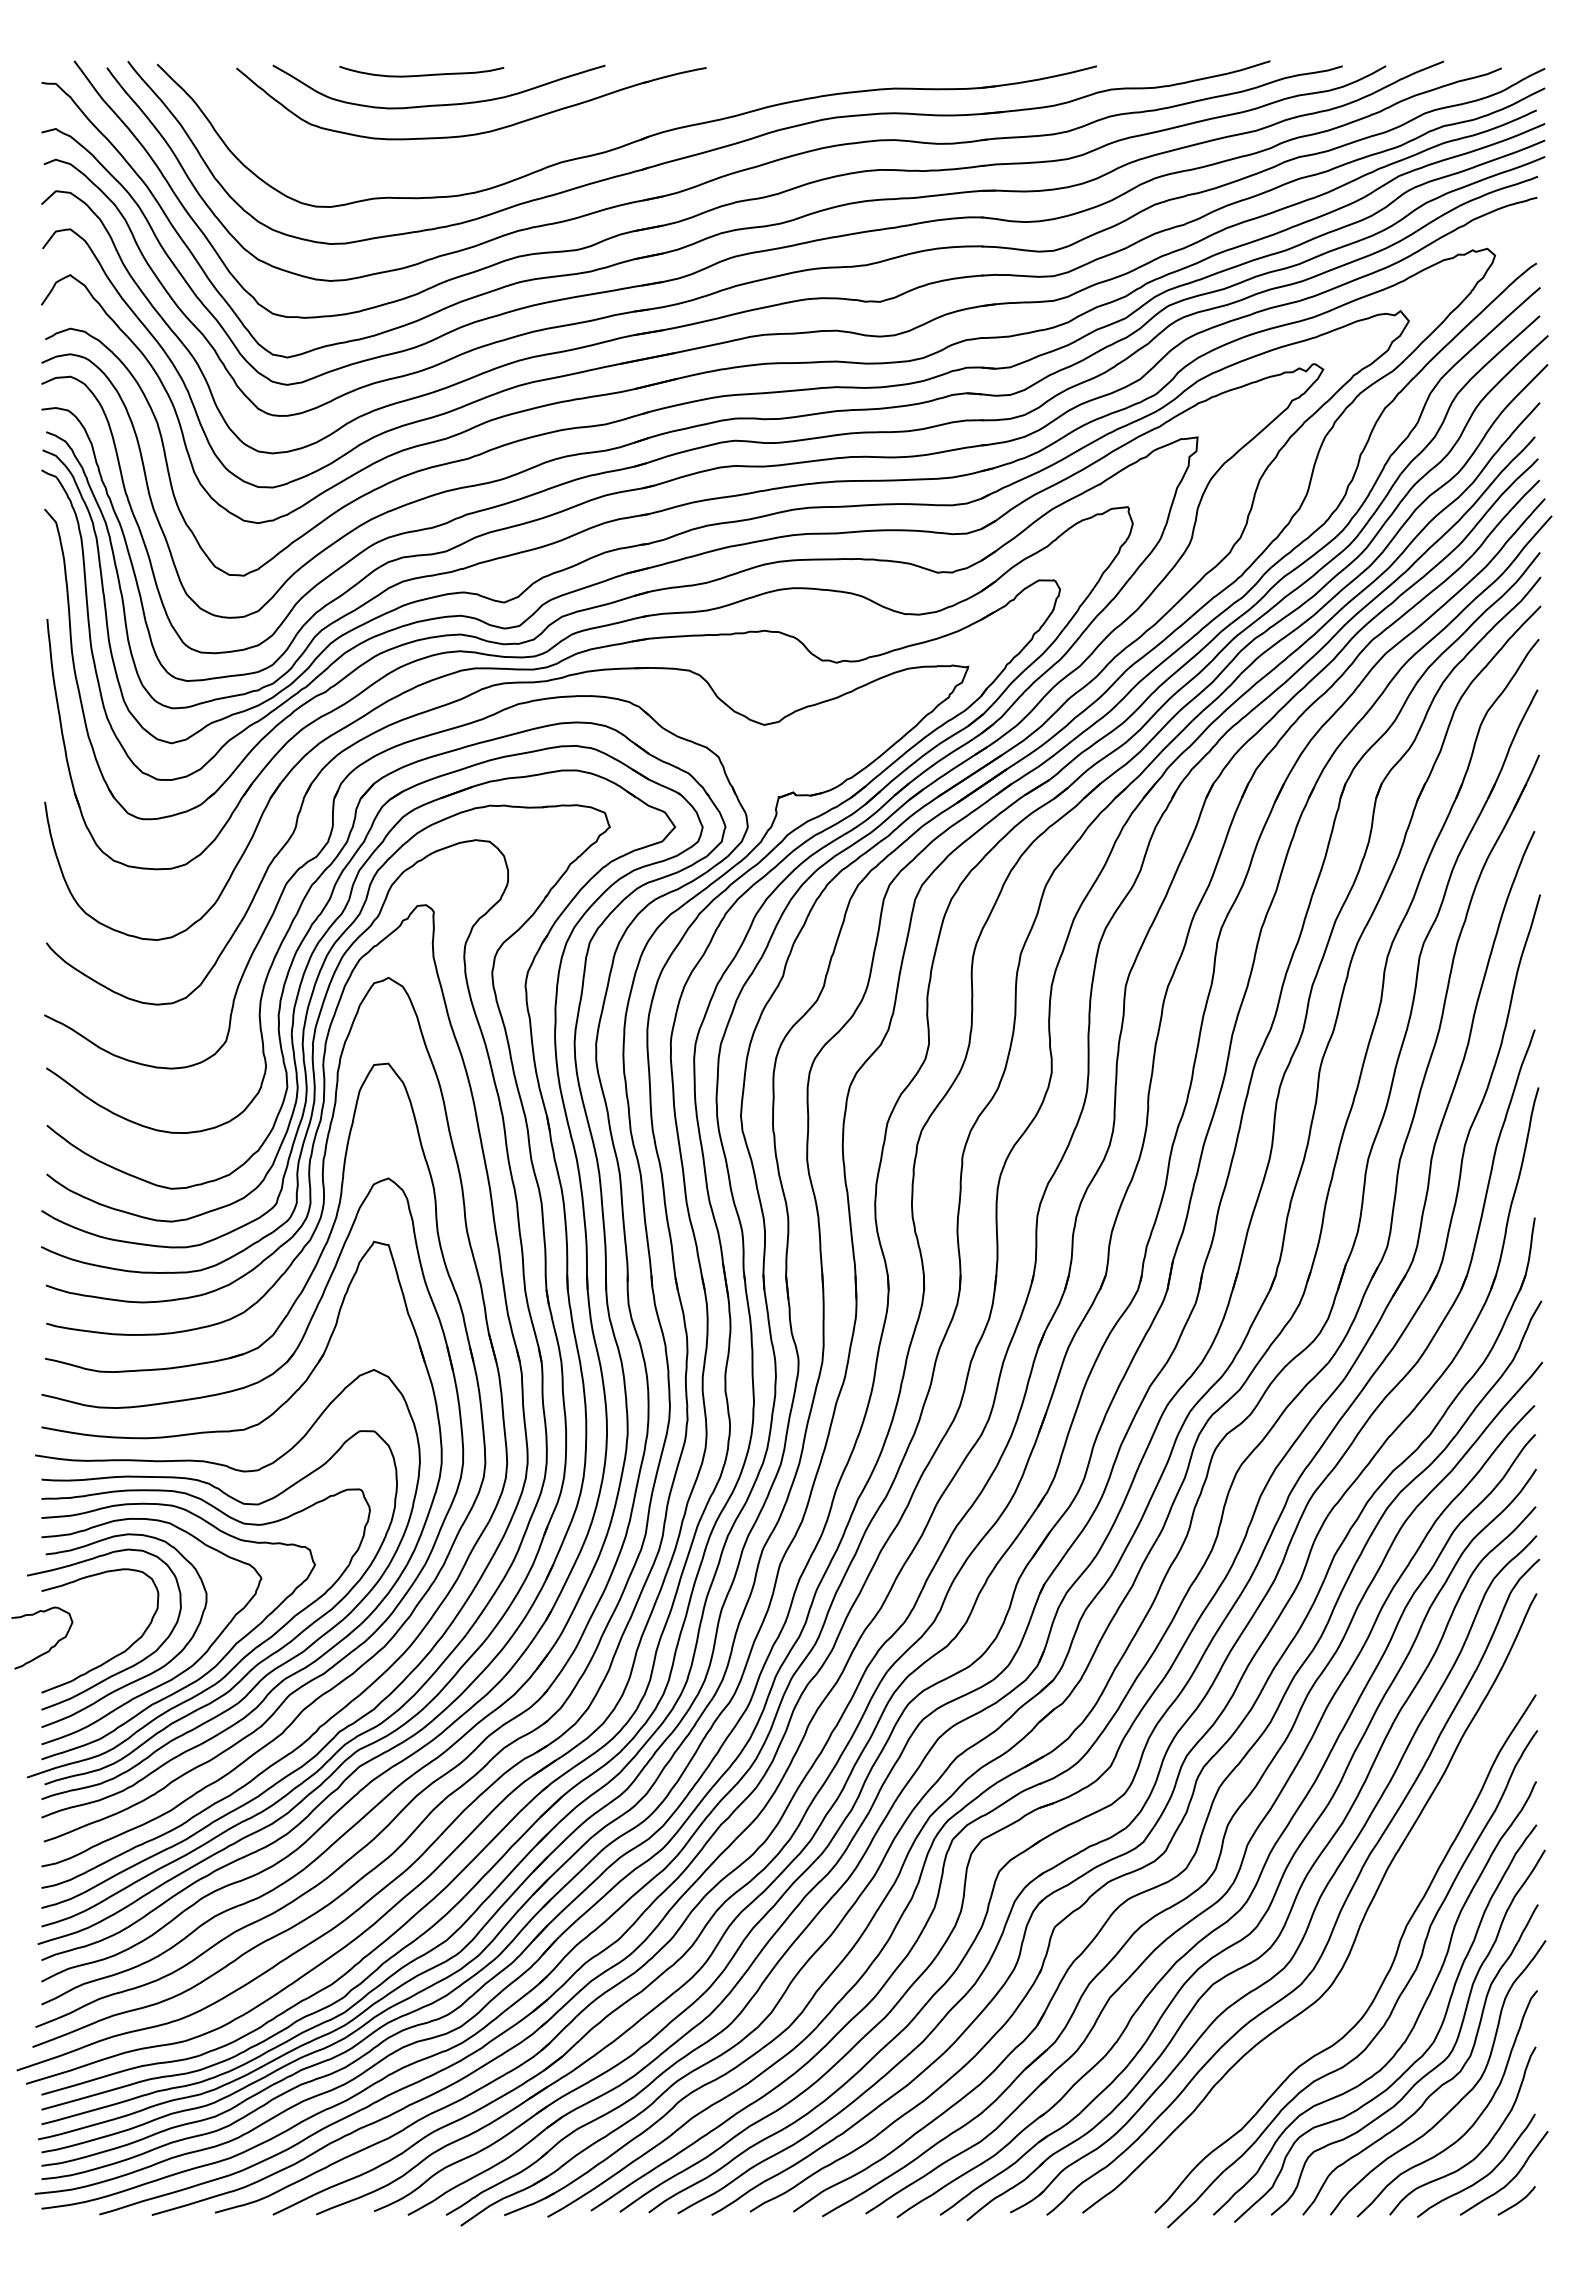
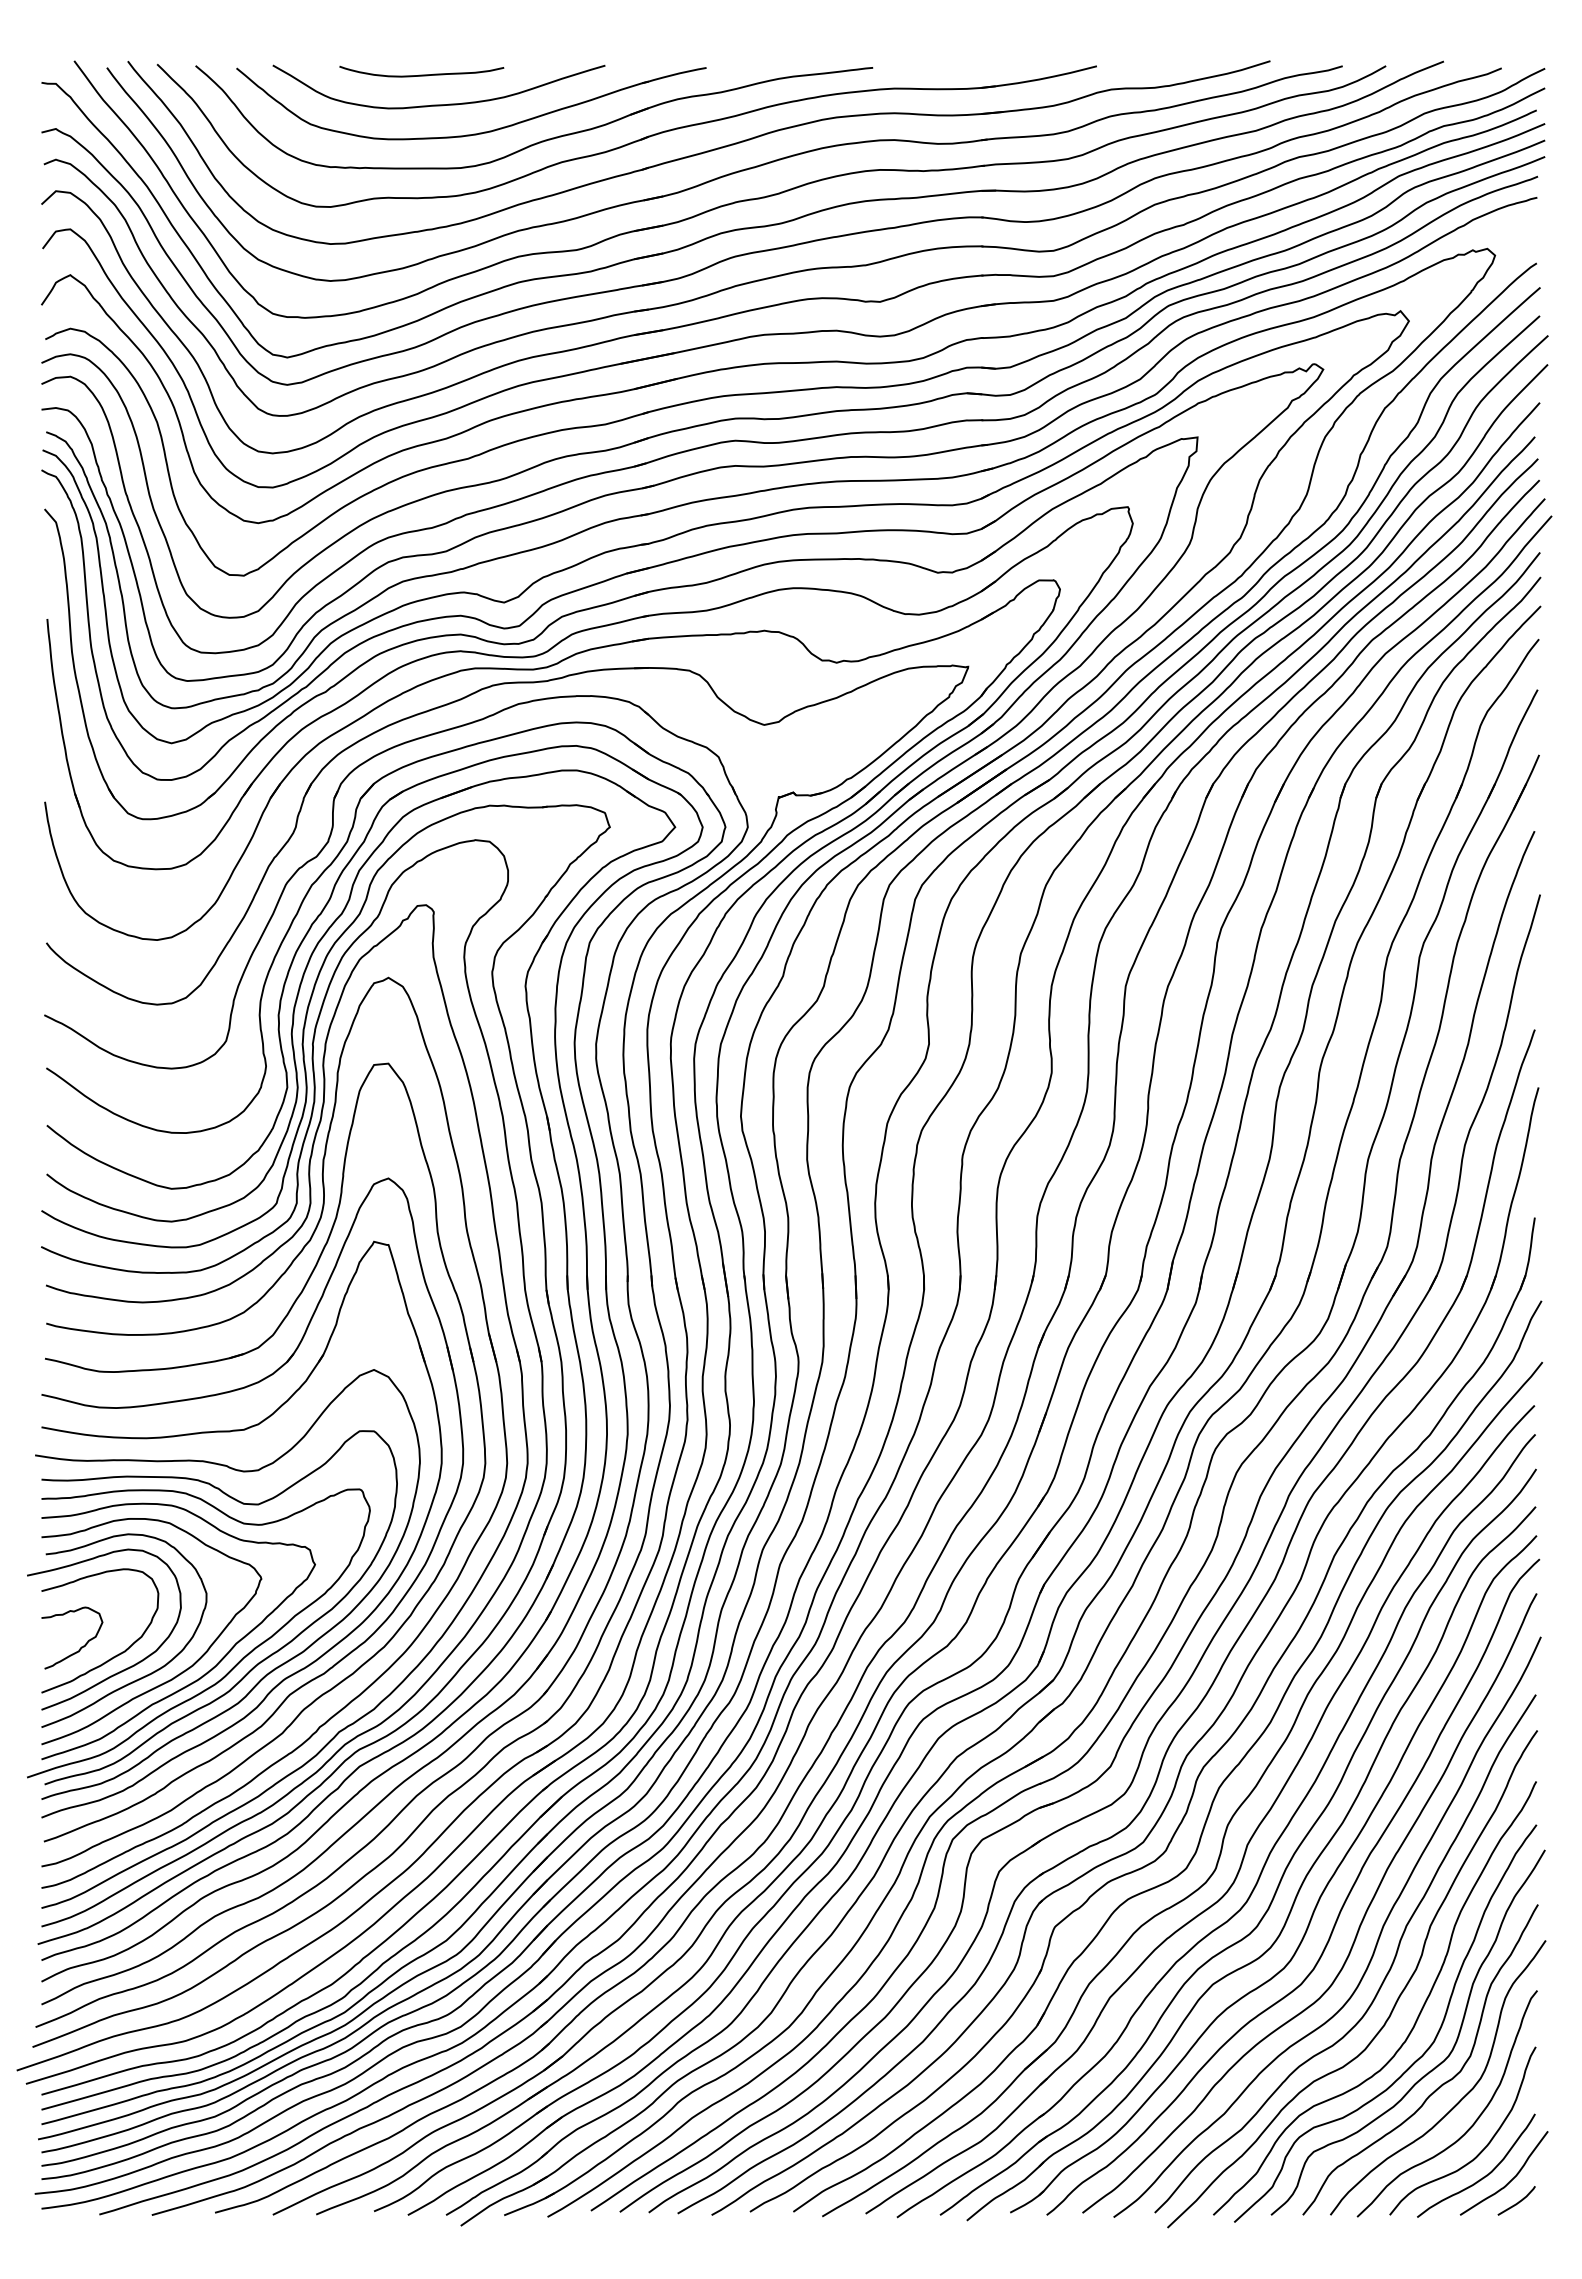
part at (541, 140): none -> present
curve at (51, 1646) position: (51, 1646) -> (81, 1646)
curve at (1376, 1941): none -> present
